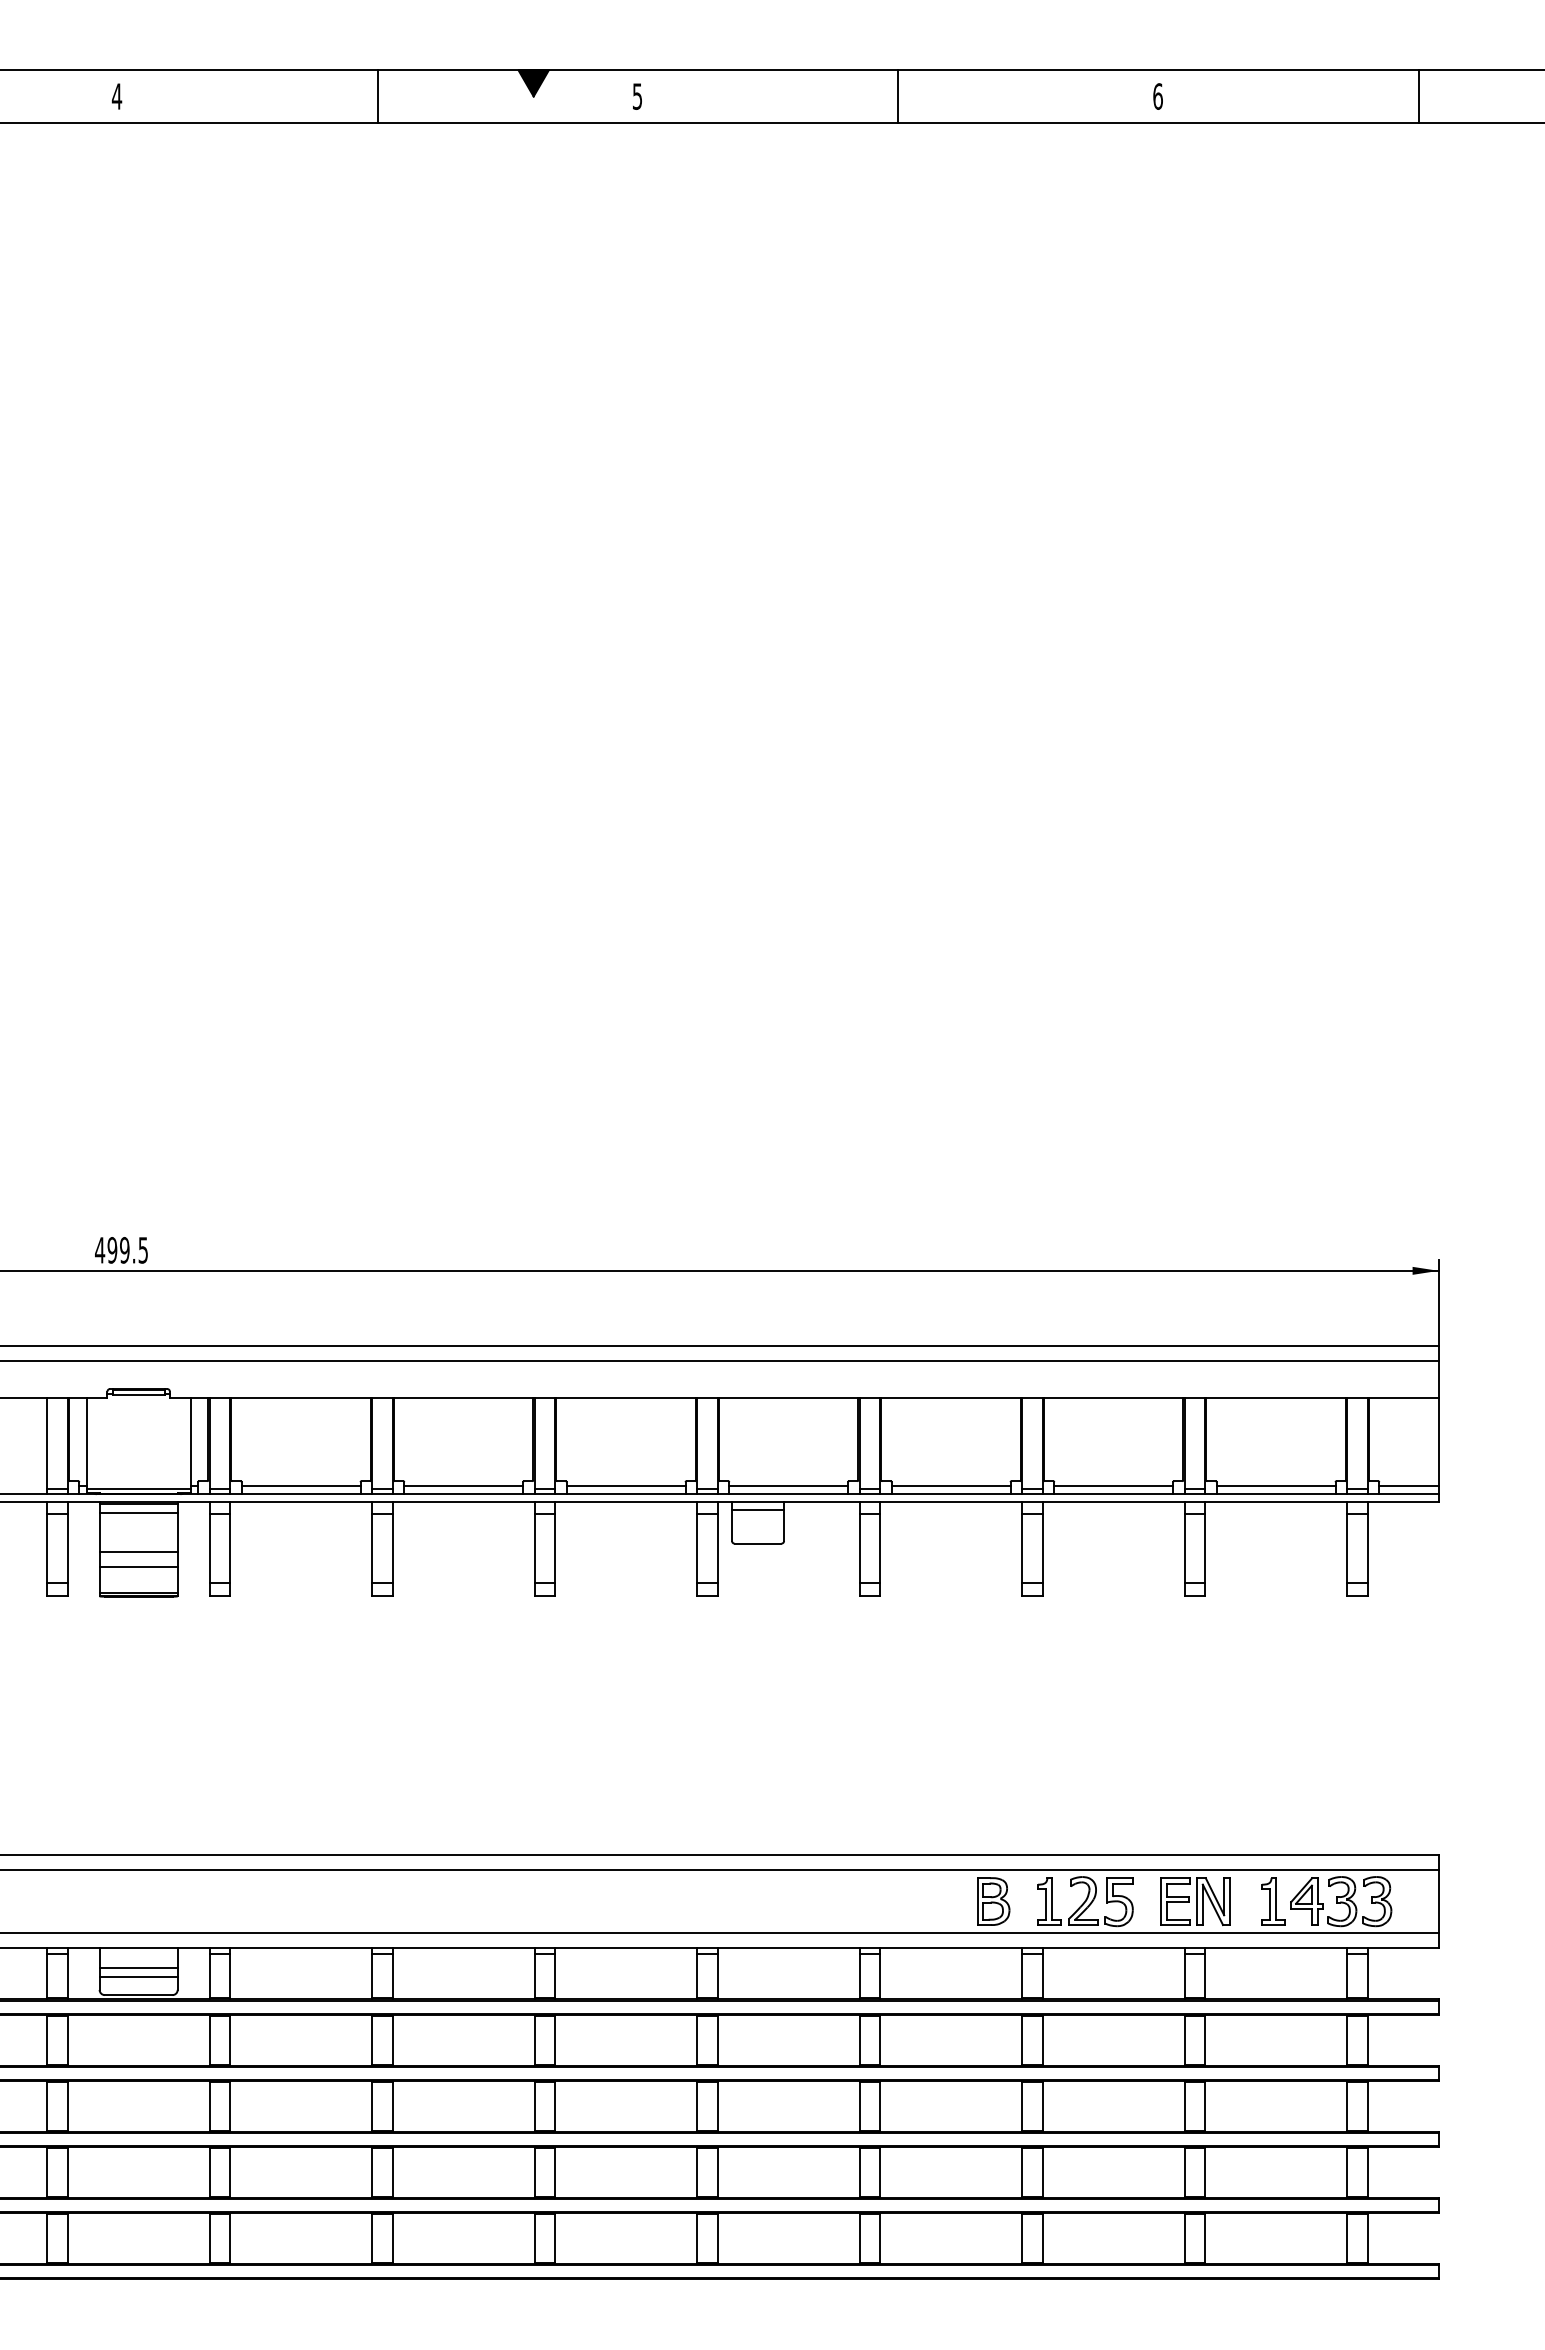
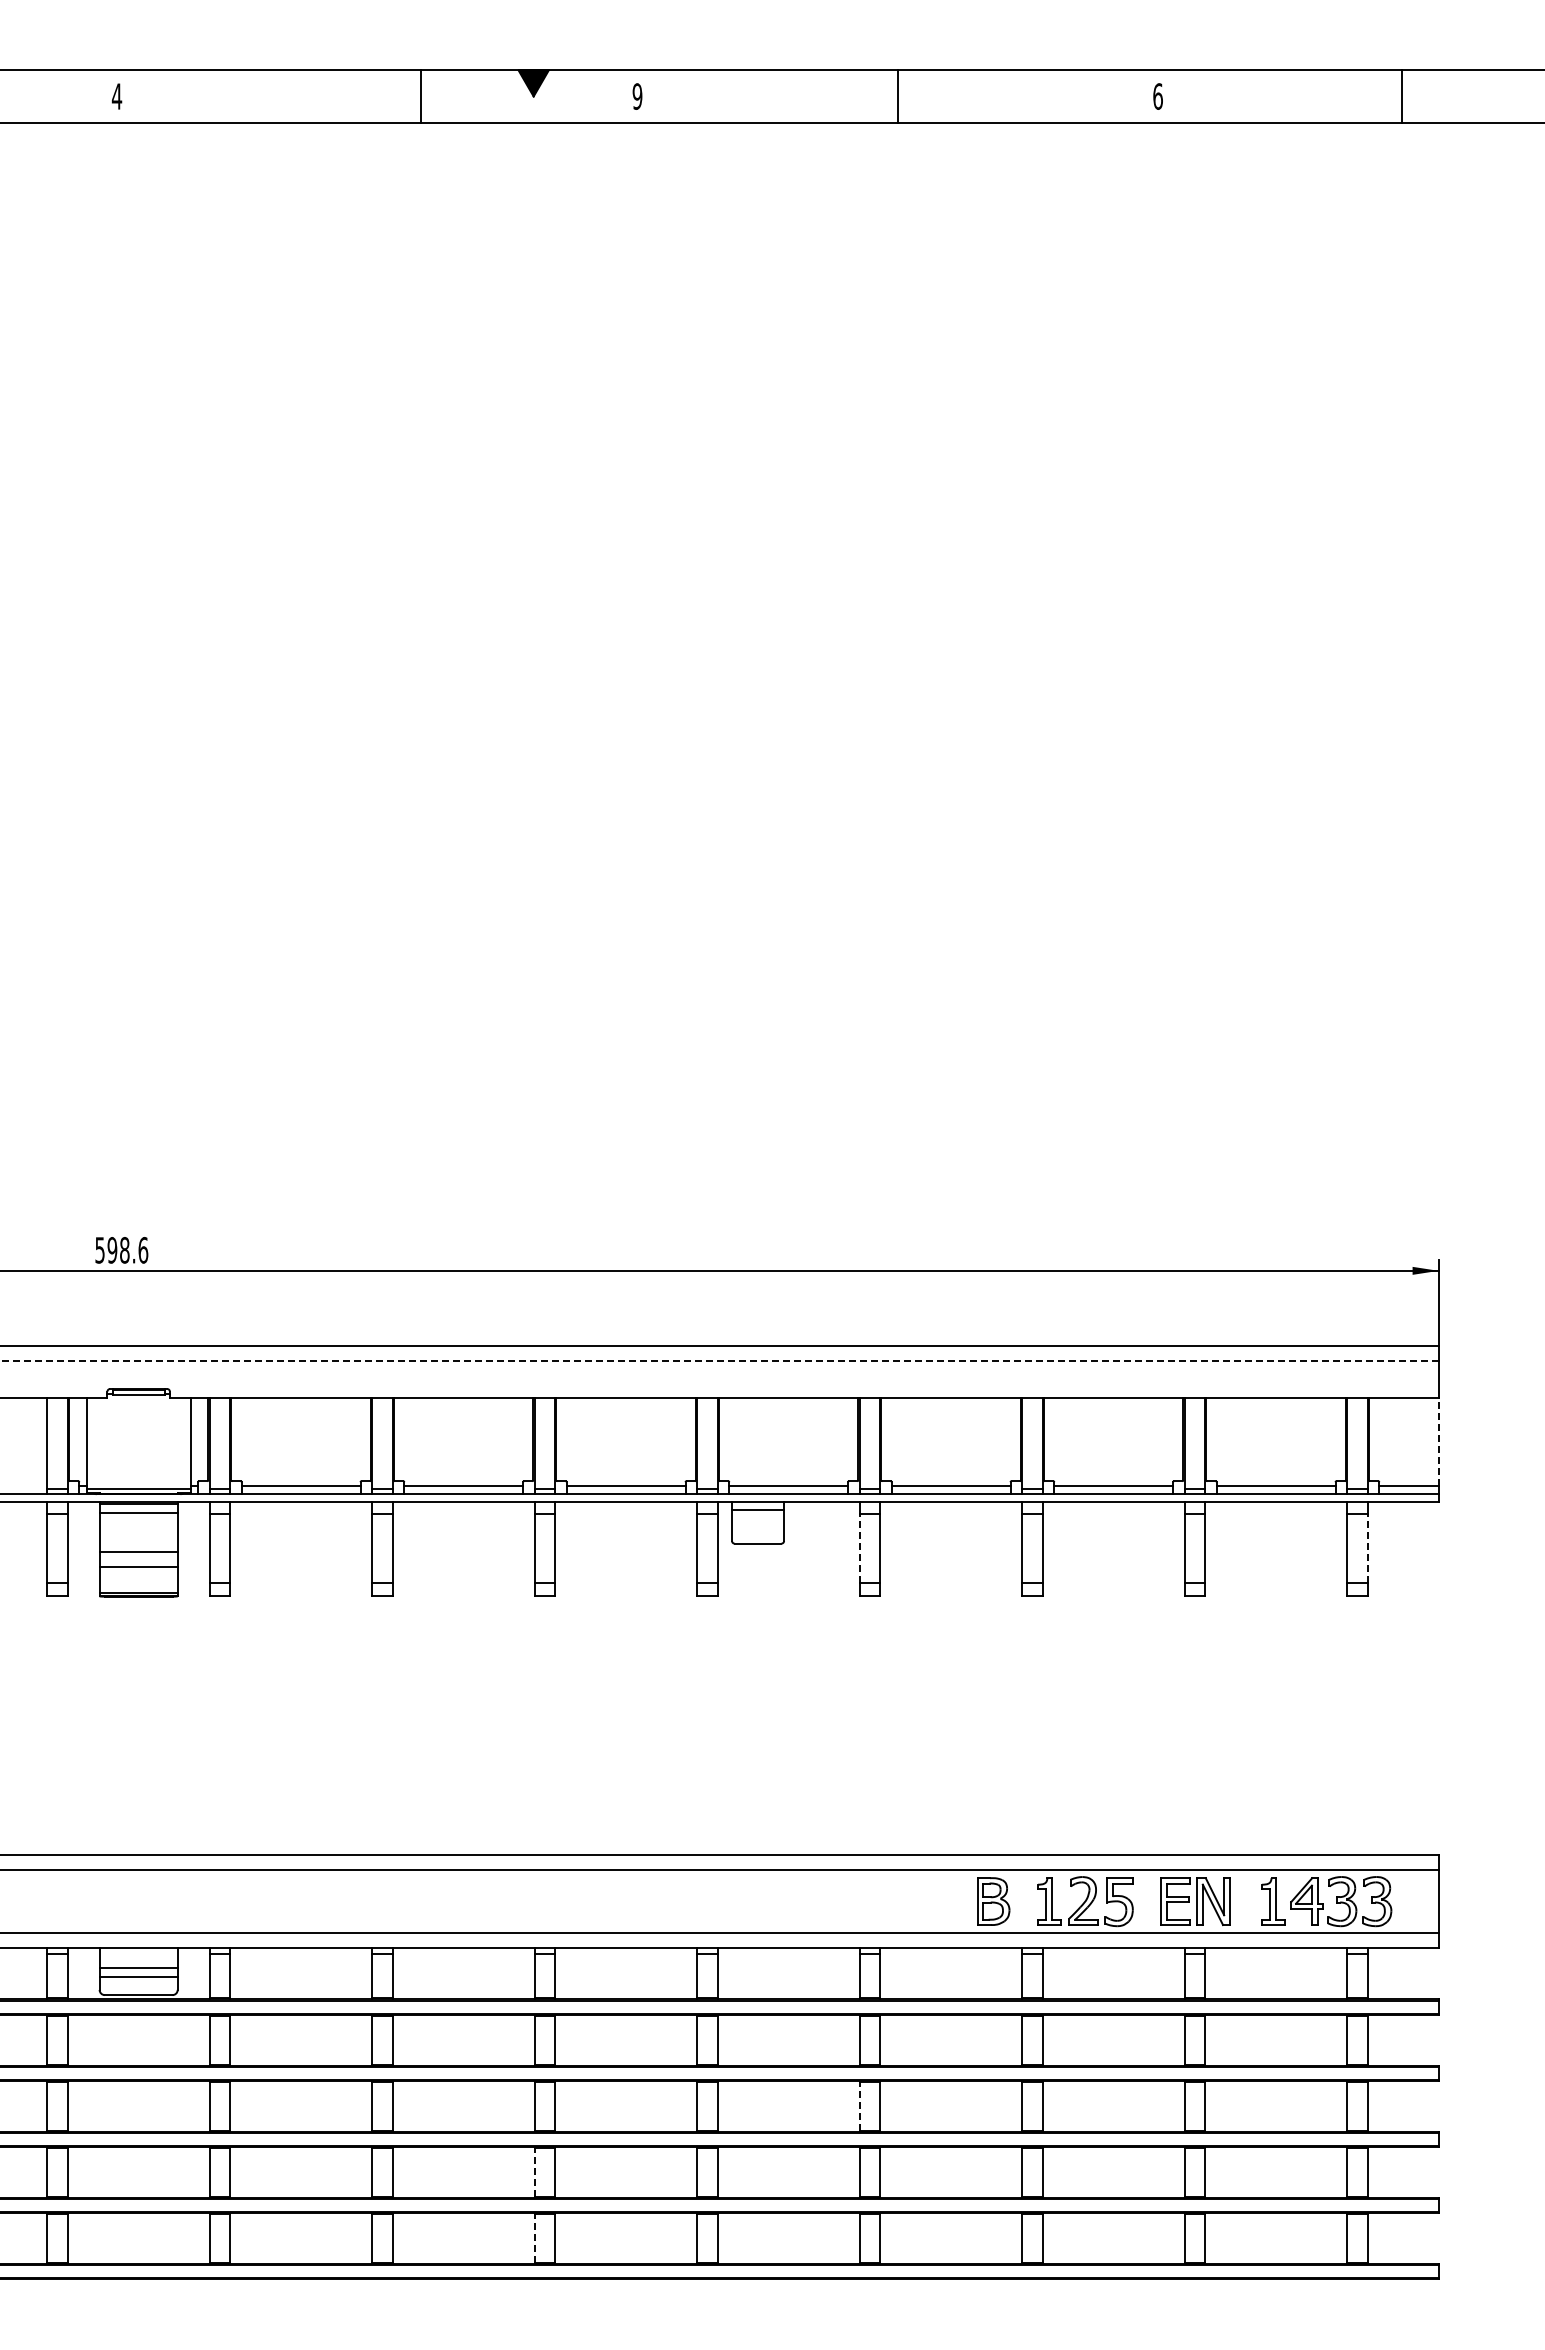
line at (377, 96) position: (377, 96) -> (420, 96)
text at (637, 96): 5 -> 9
line at (1418, 96) position: (1418, 96) -> (1401, 96)
text at (121, 1249): 499.5 -> 598.6
line at (719, 1361): solid -> dashed
line at (1438, 1441): solid -> dashed
line at (859, 1548): solid -> dashed
line at (1367, 1548): solid -> dashed
line at (859, 2105): solid -> dashed
line at (534, 2172): solid -> dashed
line at (534, 2238): solid -> dashed
